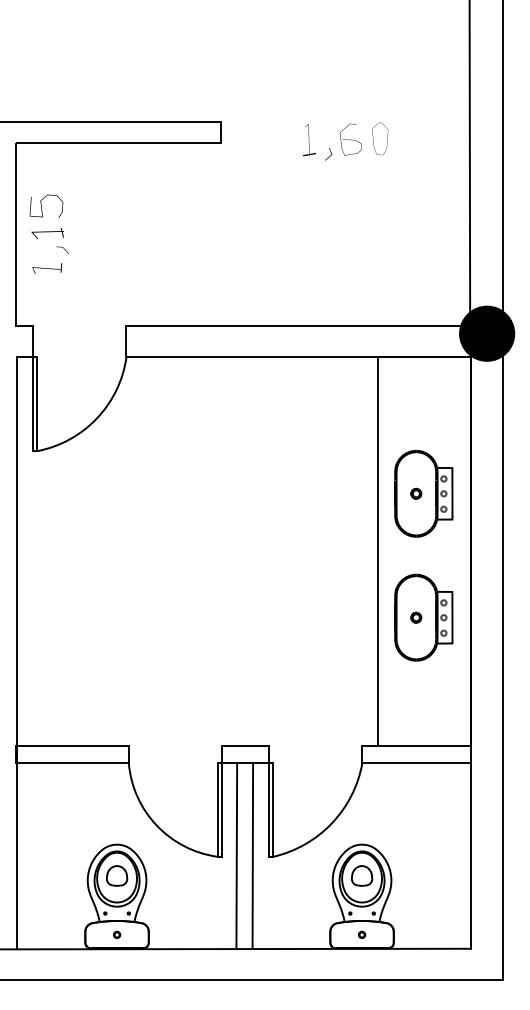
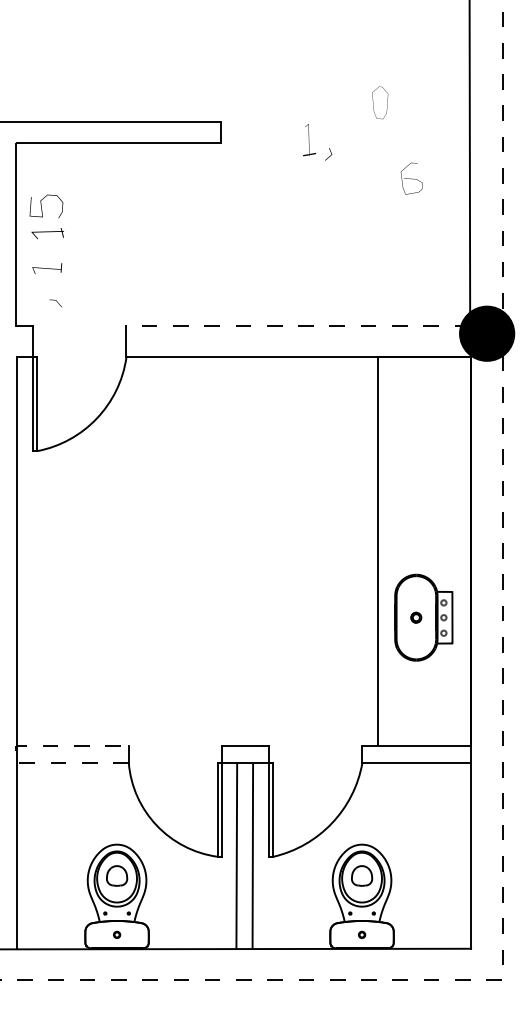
part at (380, 138) position: (380, 138) -> (380, 102)
curve at (350, 139) position: (350, 139) -> (411, 178)
line at (63, 248) position: (63, 248) -> (56, 301)
line at (298, 326): solid -> dashed
part at (423, 493): present -> none
line at (503, 742): solid -> dashed
line at (16, 754): solid -> dashed
